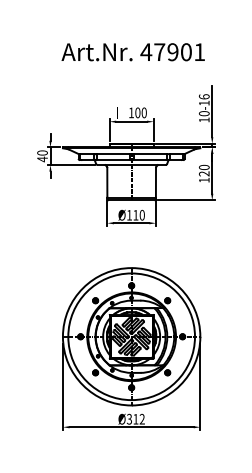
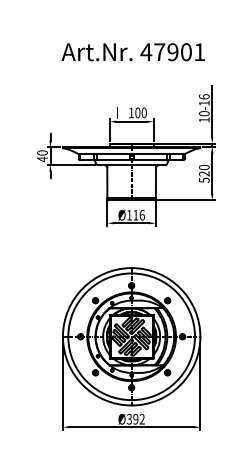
text at (204, 179): 120 -> 520
text at (141, 215): Ø110 -> Ø116
text at (135, 418): Ø312 -> Ø392
